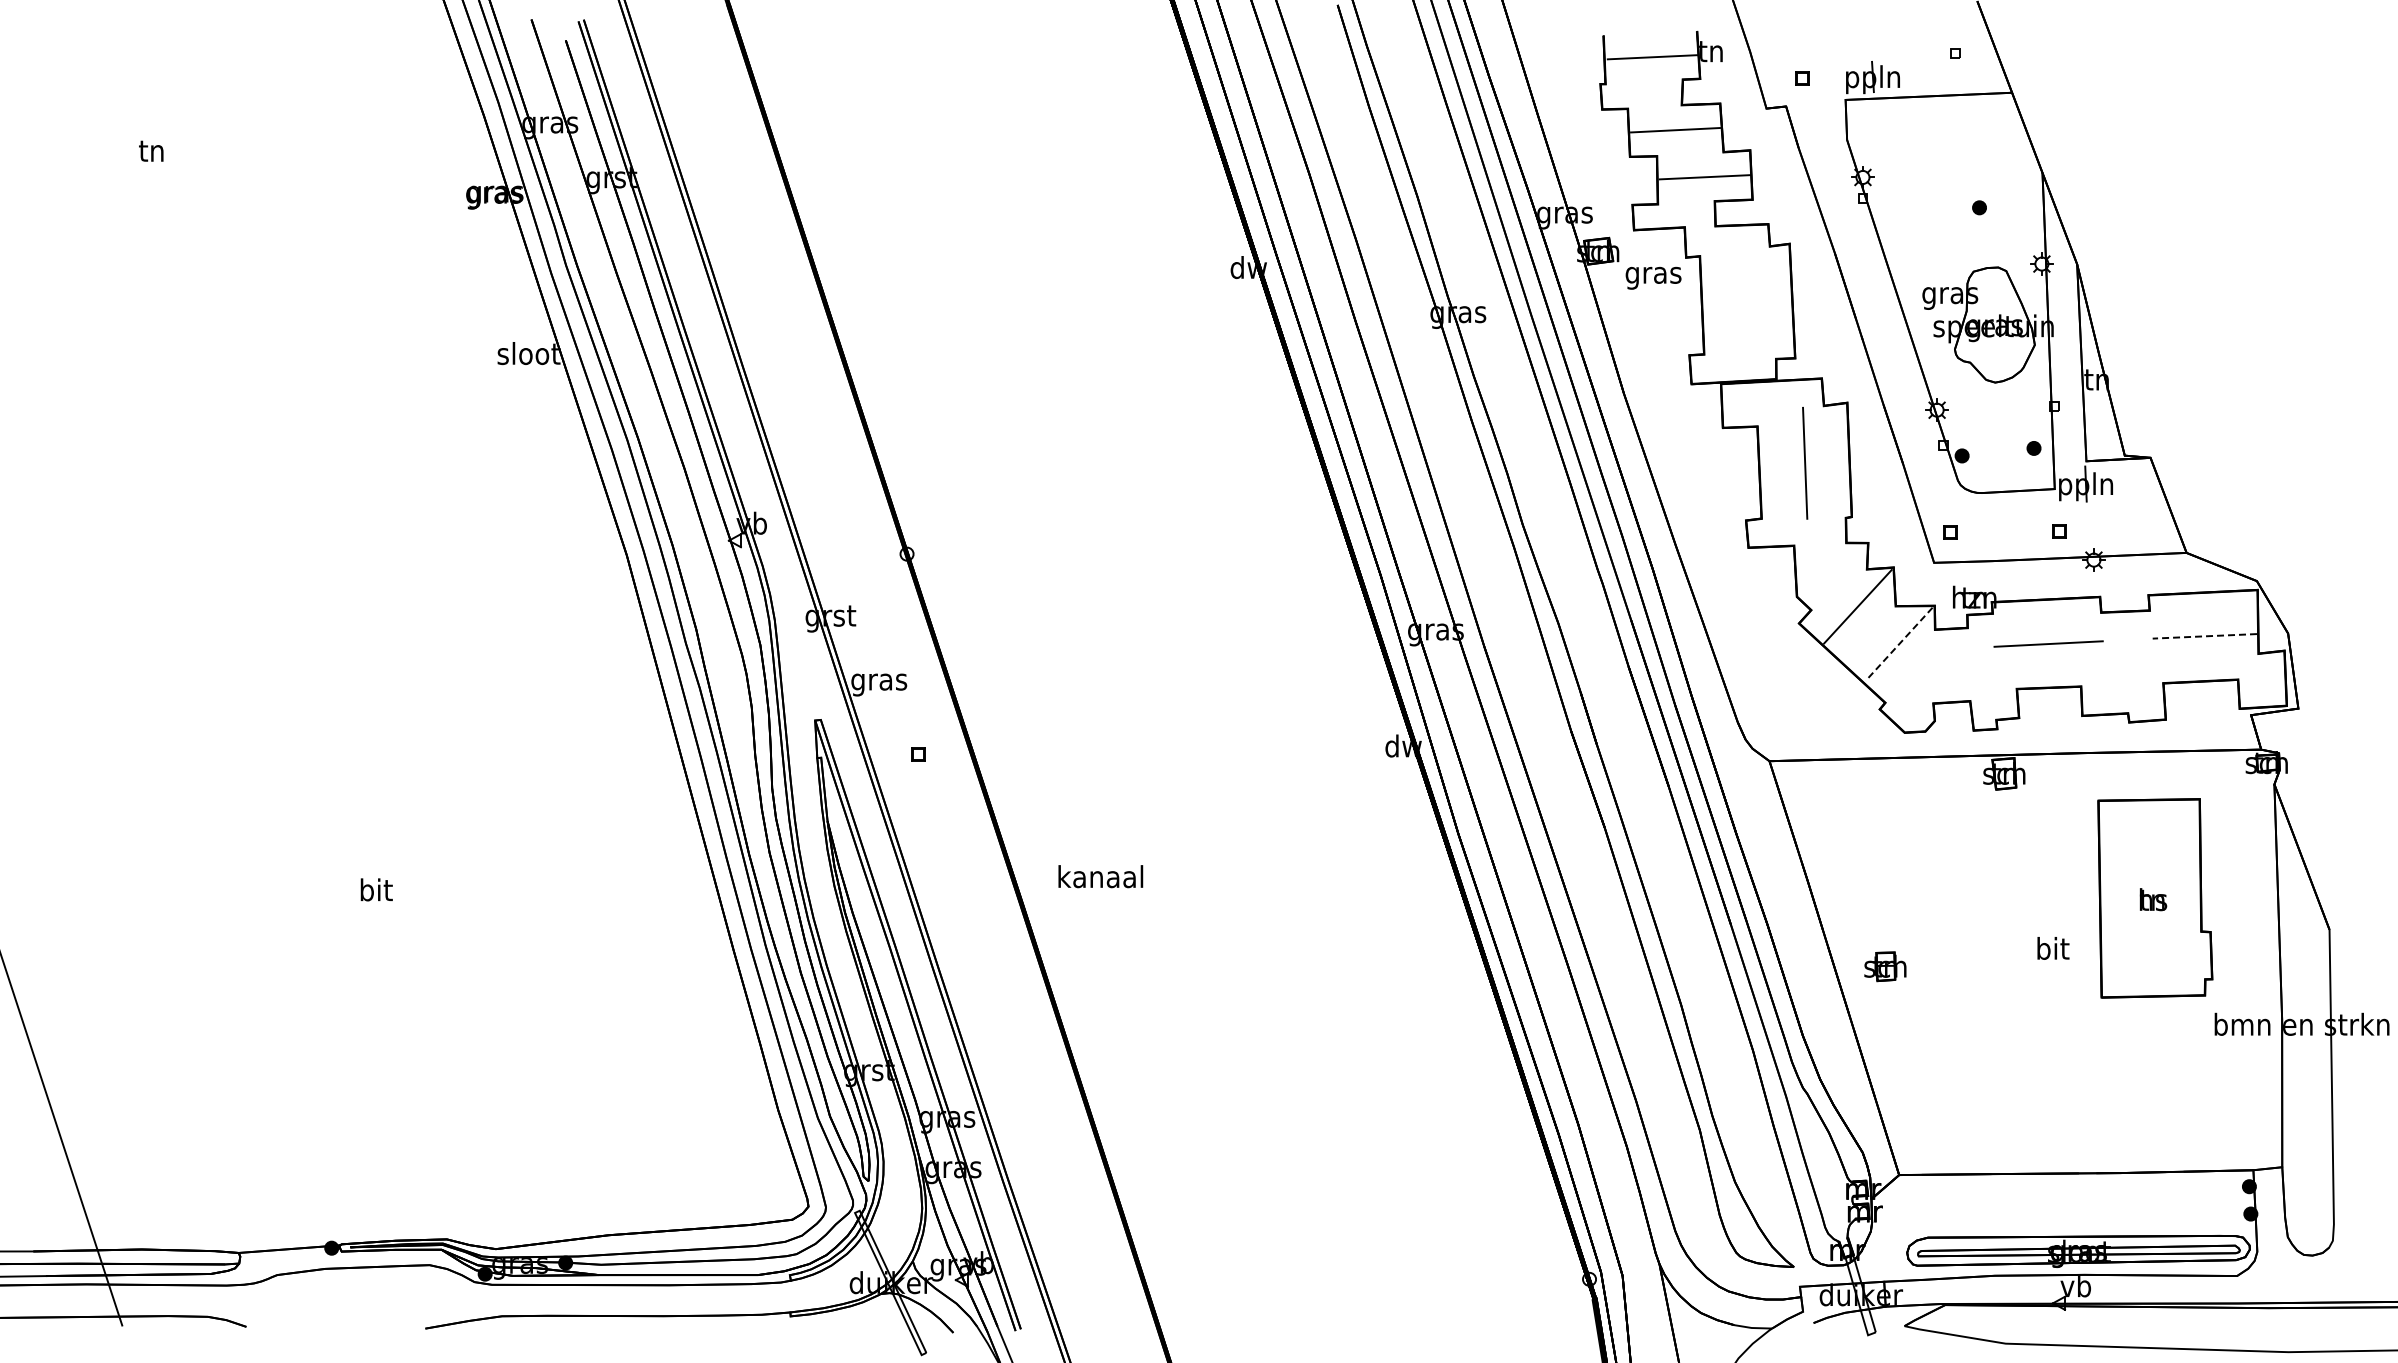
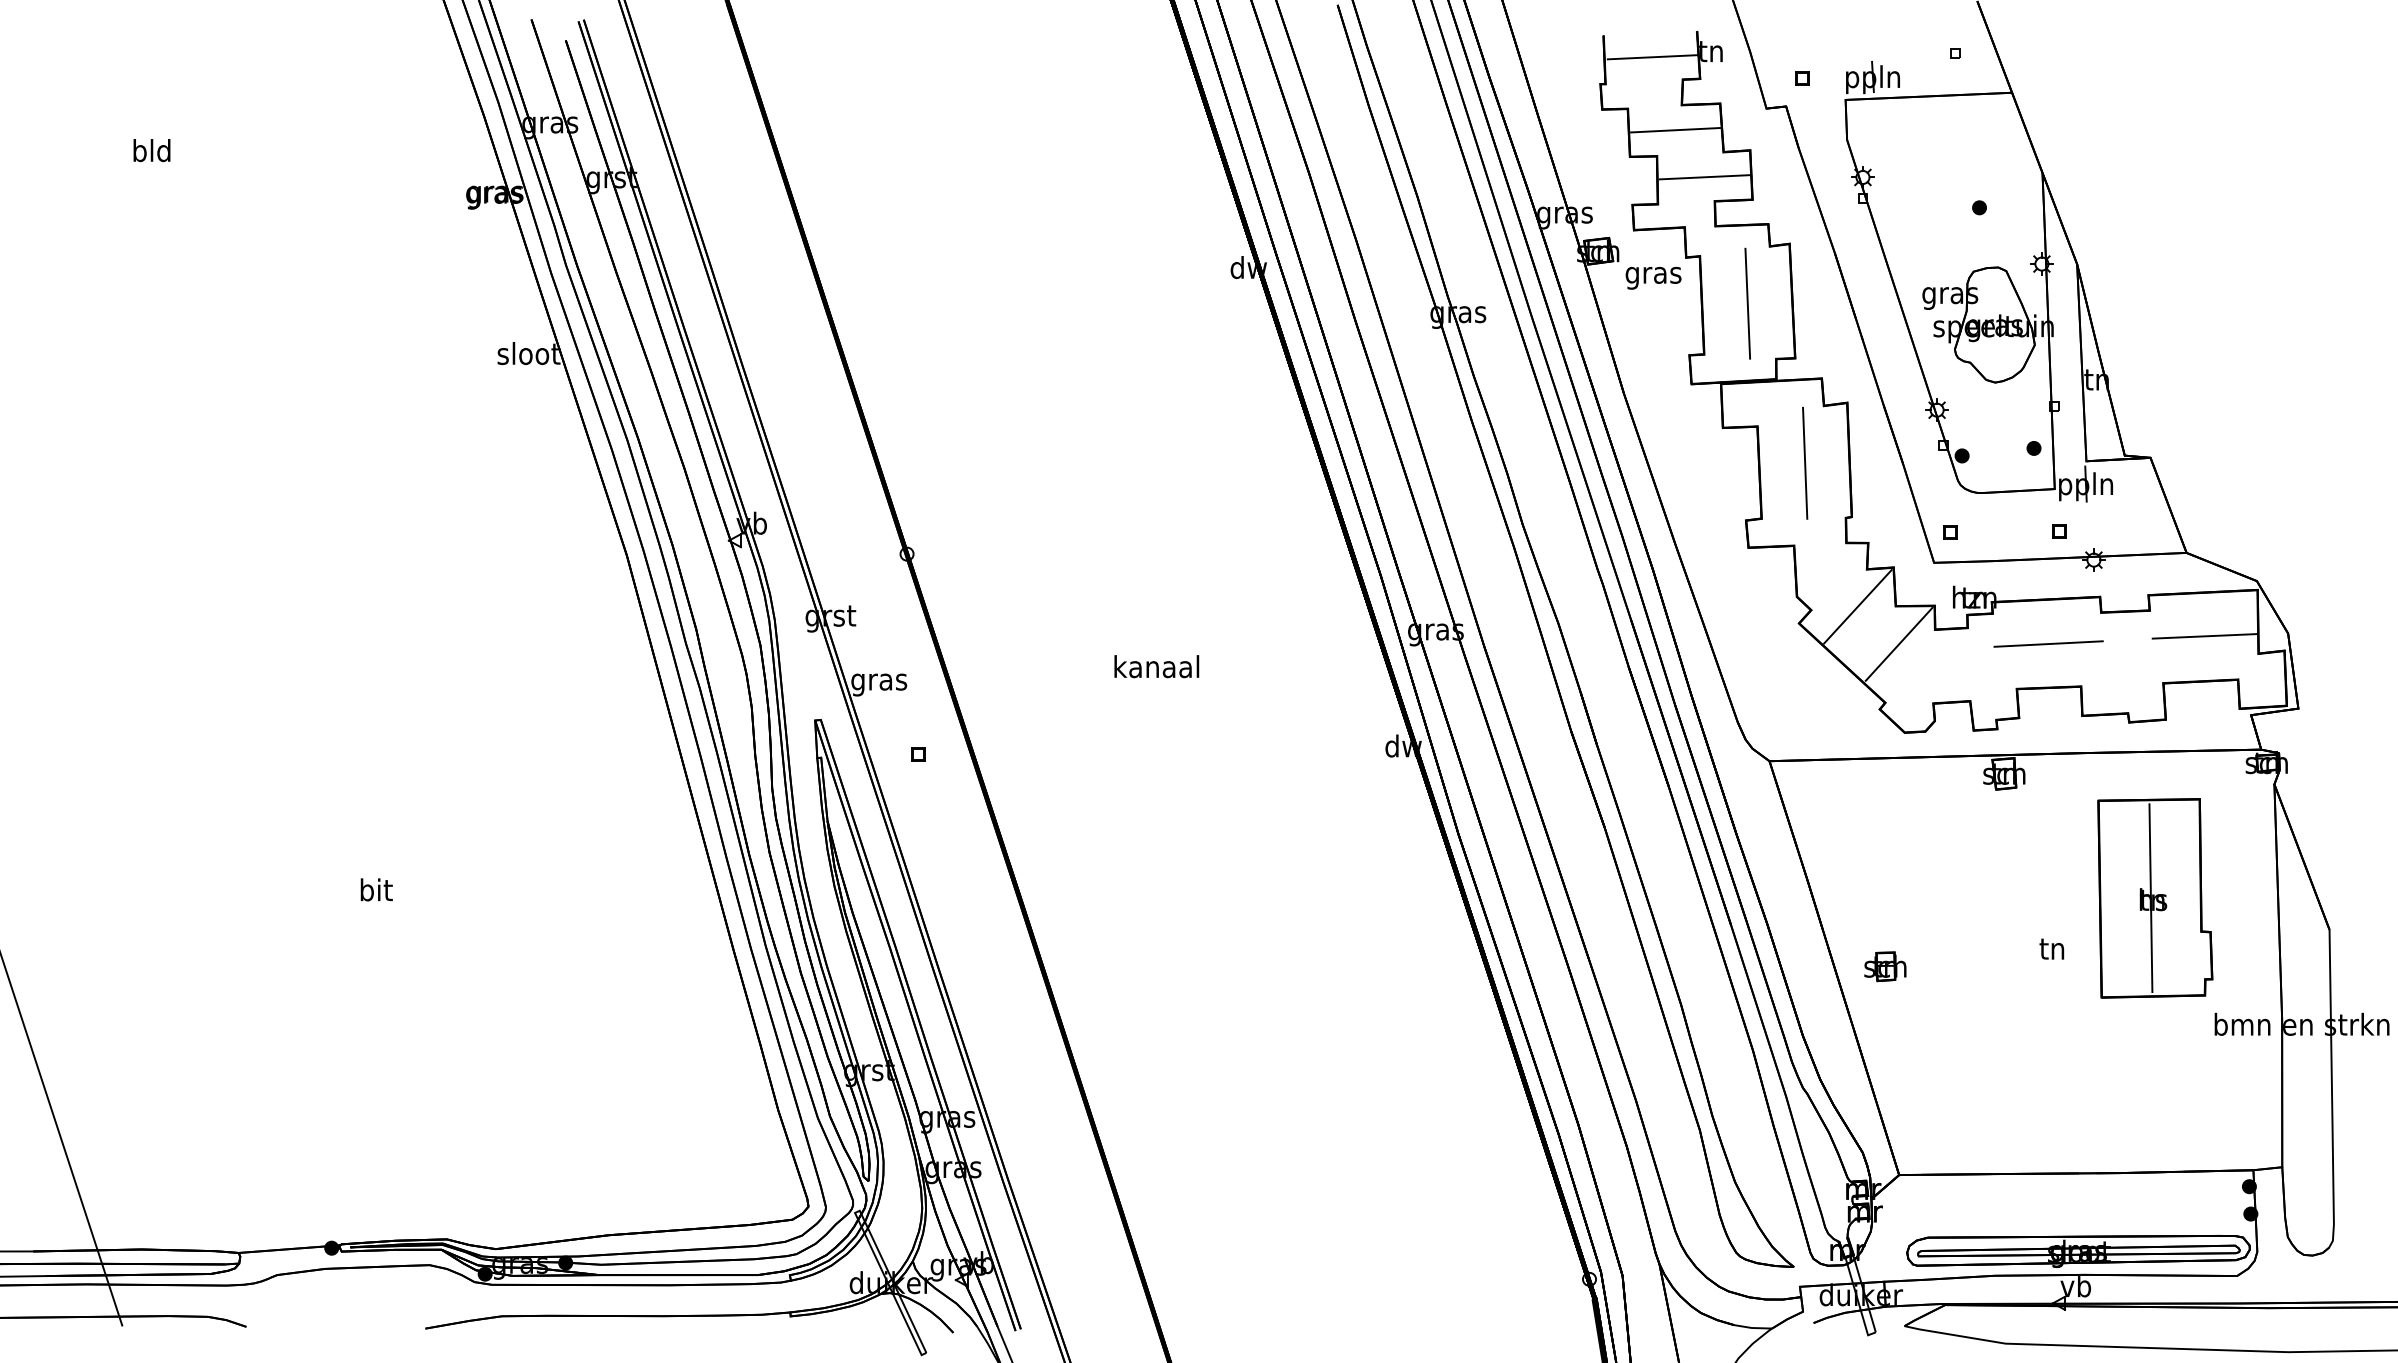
text at (151, 150): tn -> bld
line at (1747, 303): none -> present
line at (2204, 636): dashed -> solid
line at (1899, 644): dashed -> solid
text at (1100, 876) position: (1100, 876) -> (1156, 666)
line at (2150, 898): none -> present
text at (2053, 948): bit -> tn
